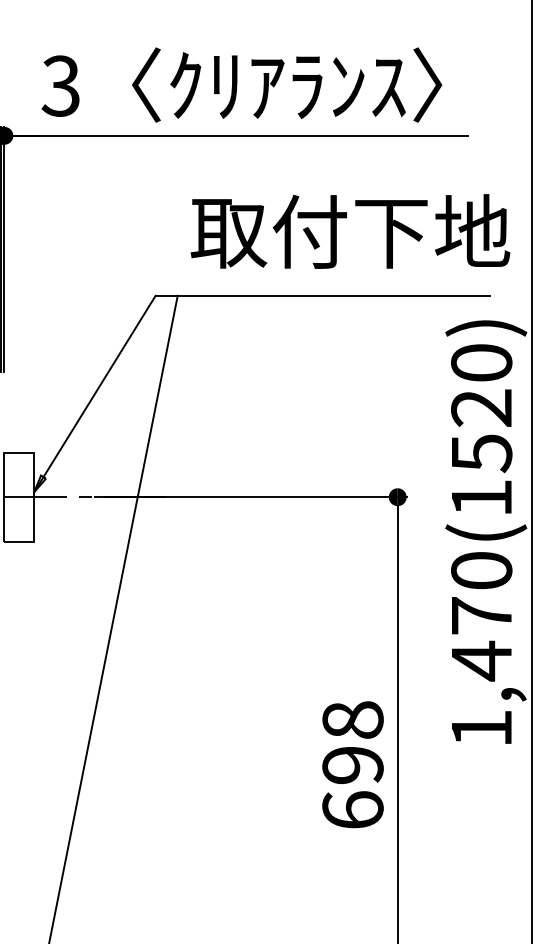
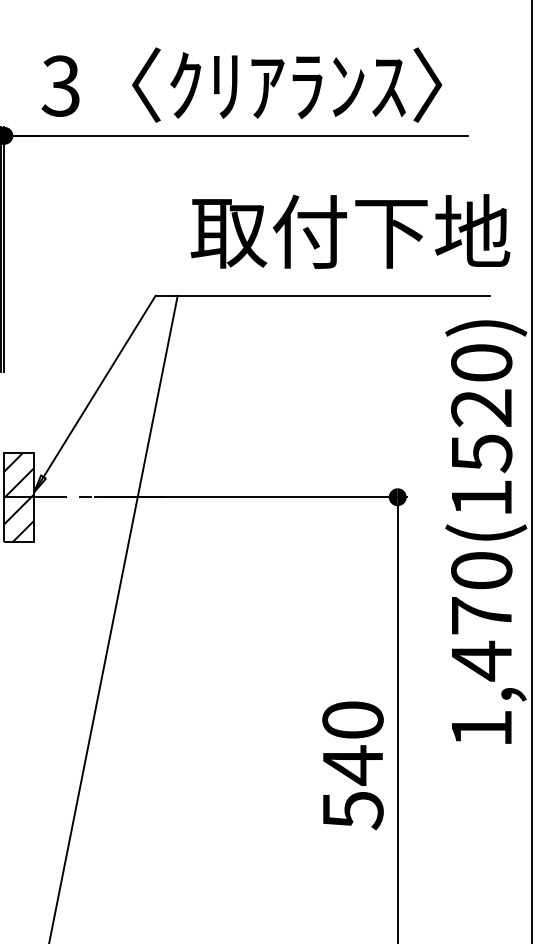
hatch at (19, 496): none -> present
text at (352, 765): 698 -> 540
